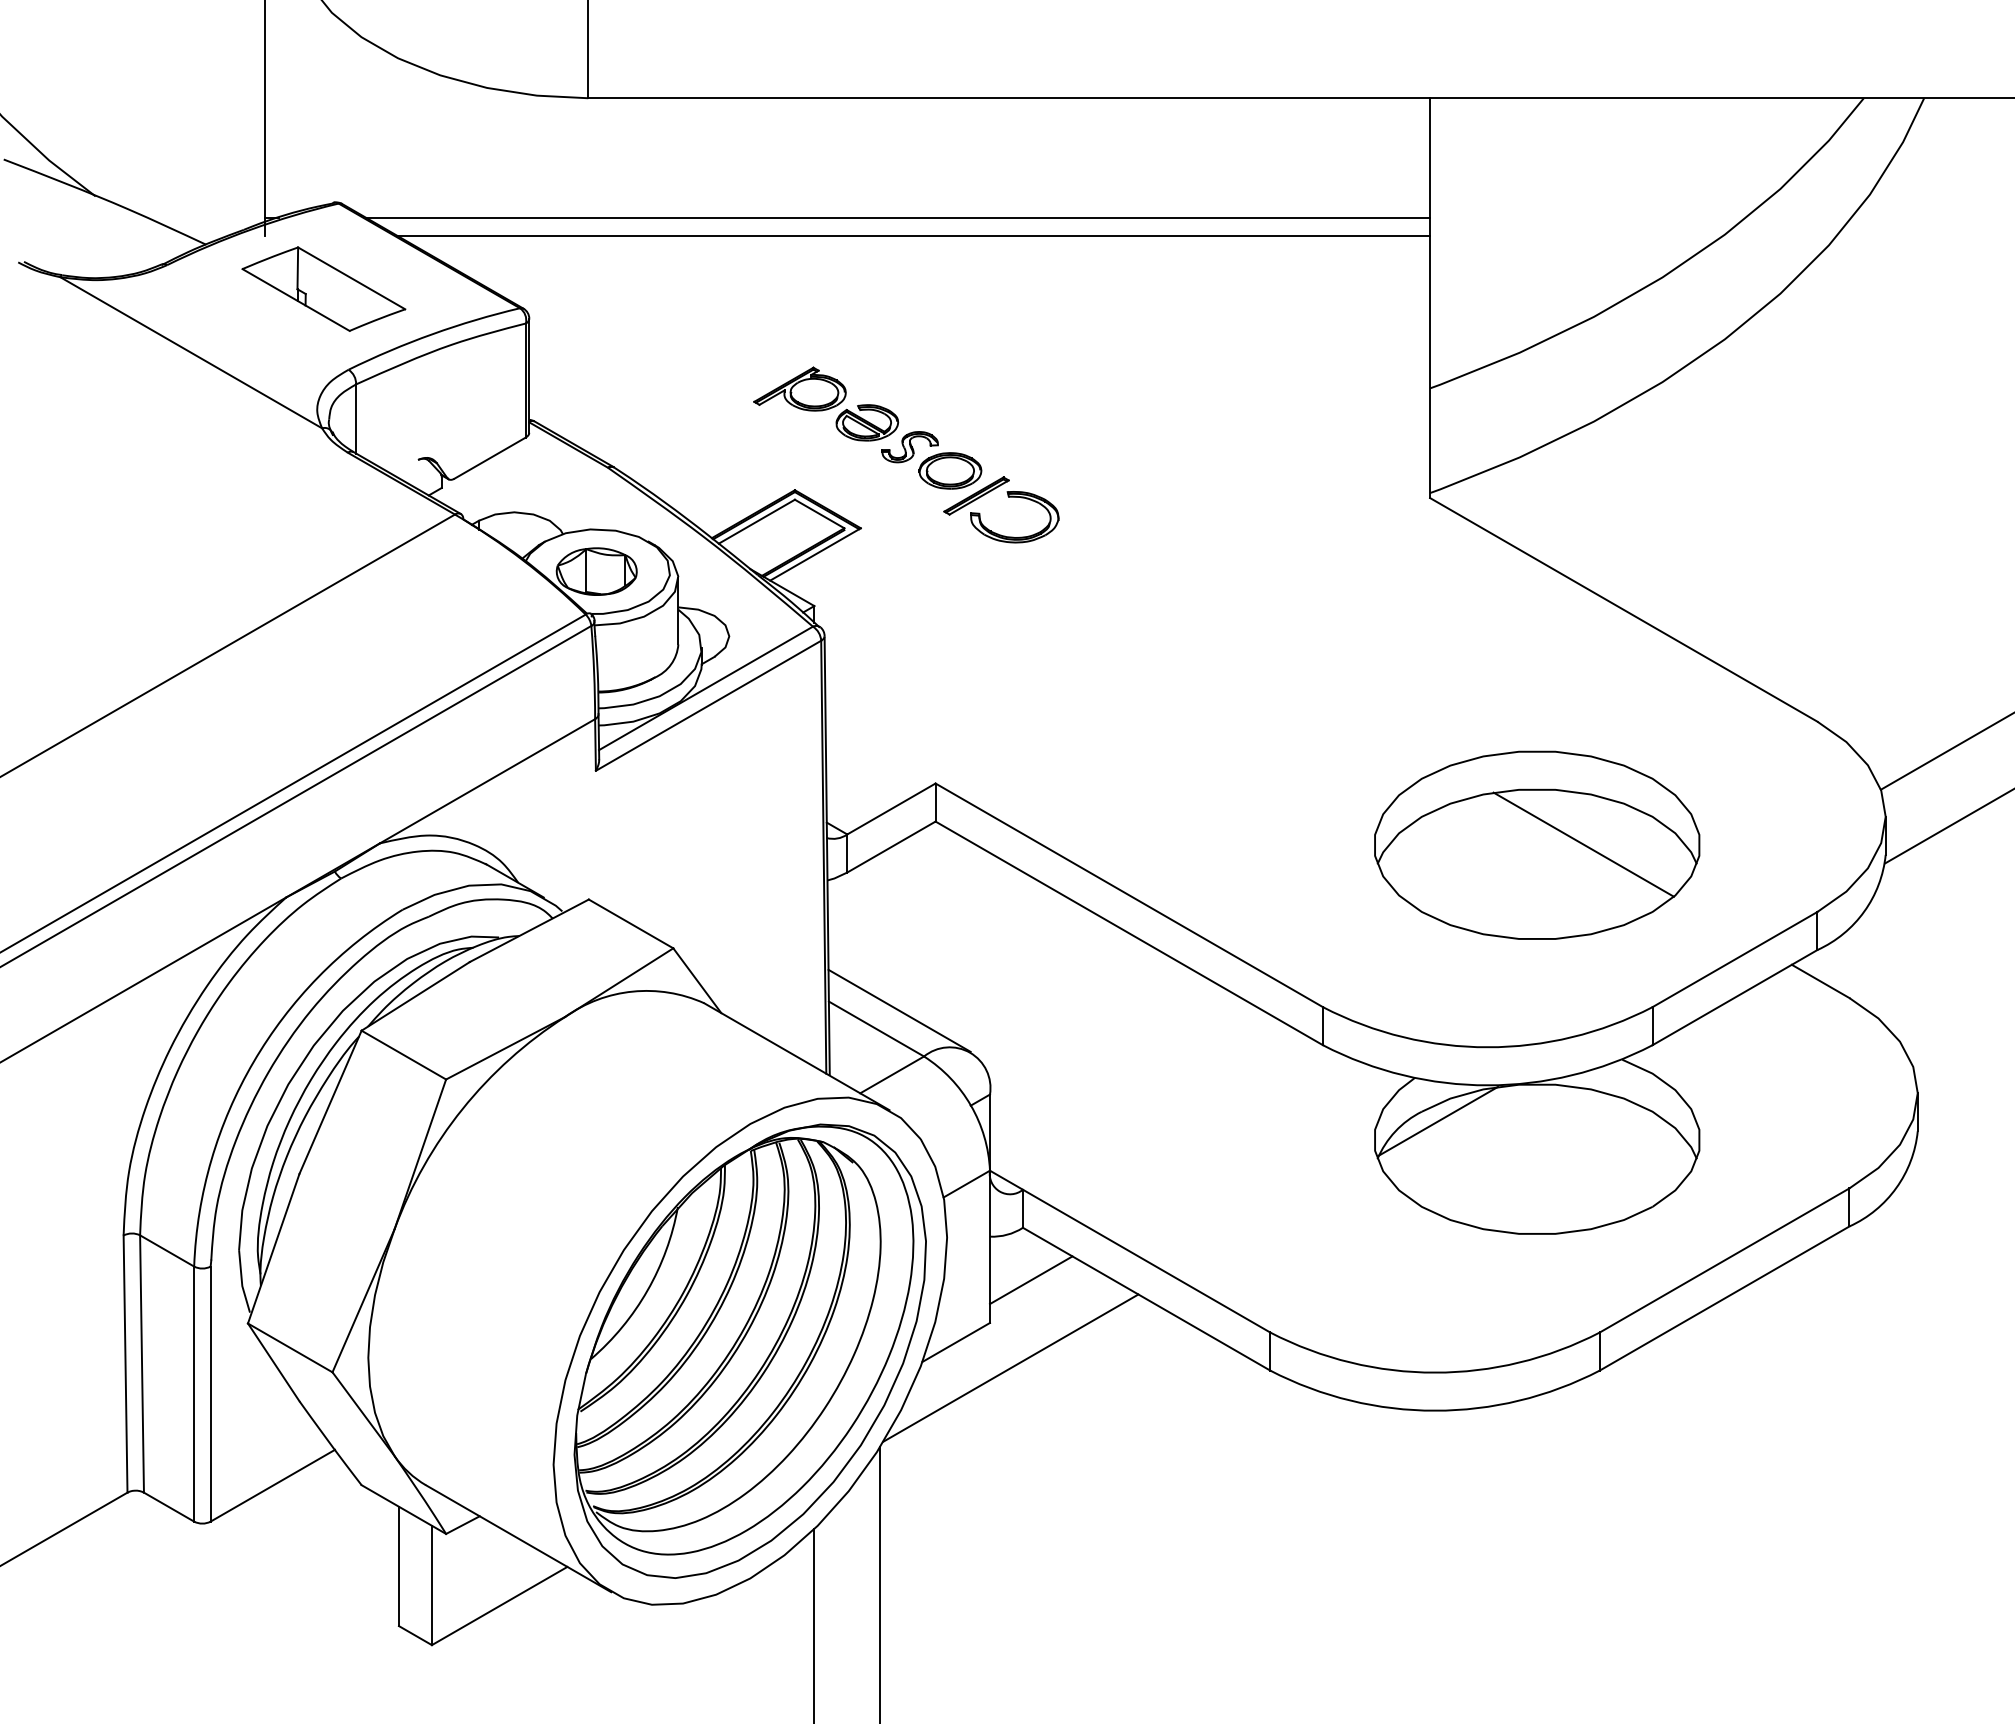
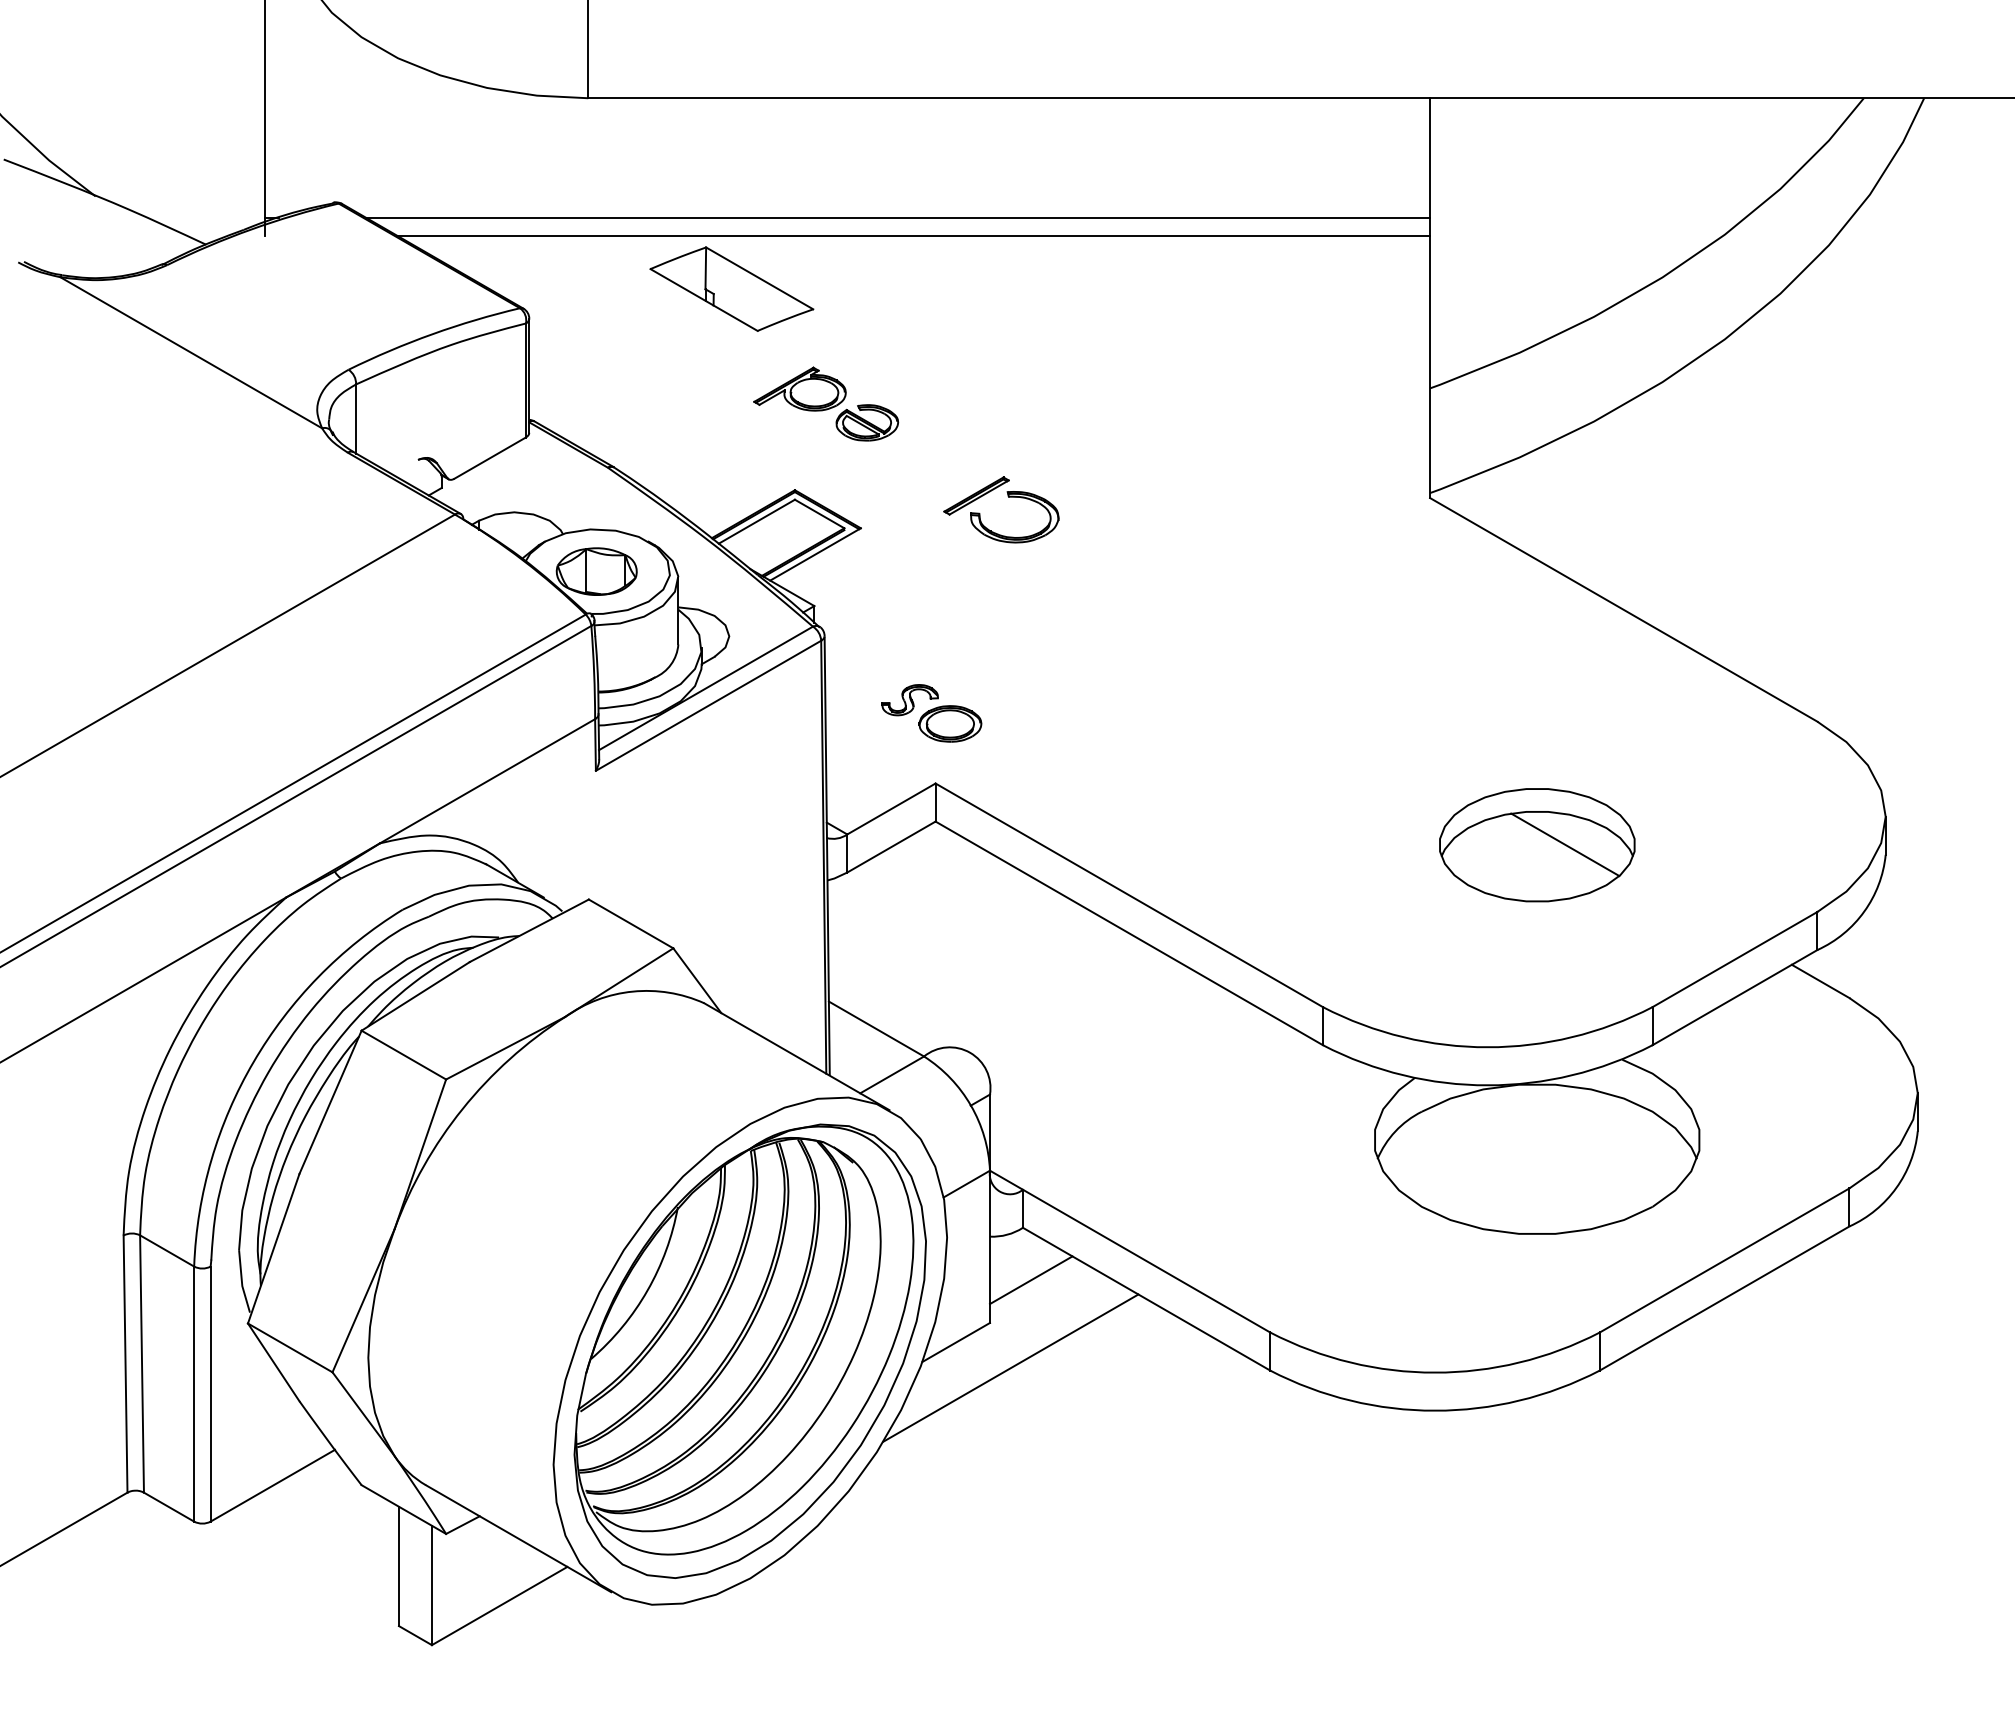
part at (323, 288) position: (323, 288) -> (731, 288)
part at (931, 460) position: (931, 460) -> (931, 713)
line at (1945, 751): present -> none
line at (1948, 826): present -> none
part at (1537, 844) size: 327x190 px -> 197x115 px
line at (899, 1010): present -> none
line at (1438, 1120): present -> none
line at (880, 1583): present -> none
line at (814, 1624): present -> none
